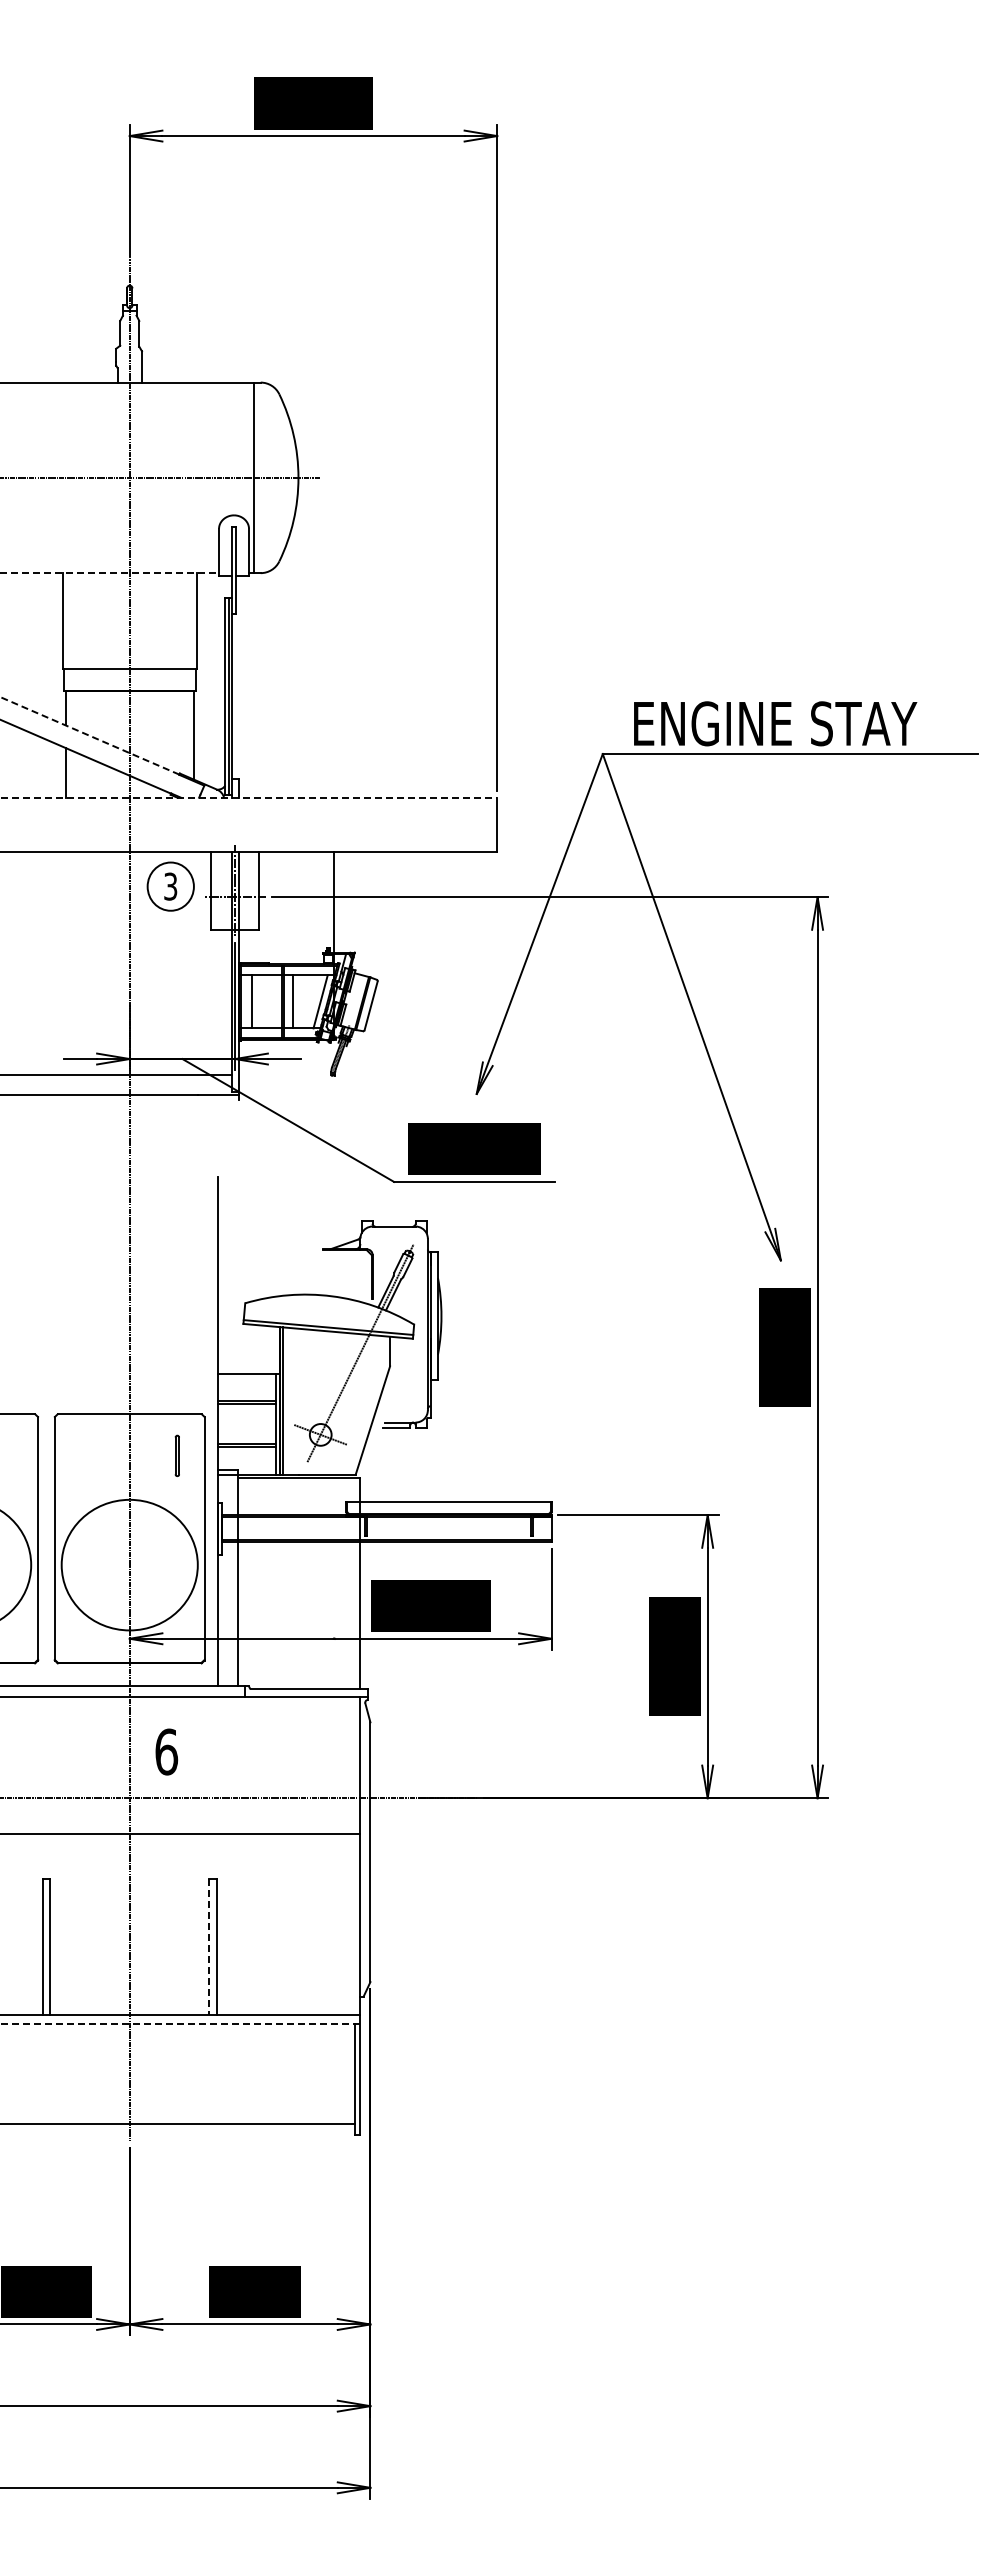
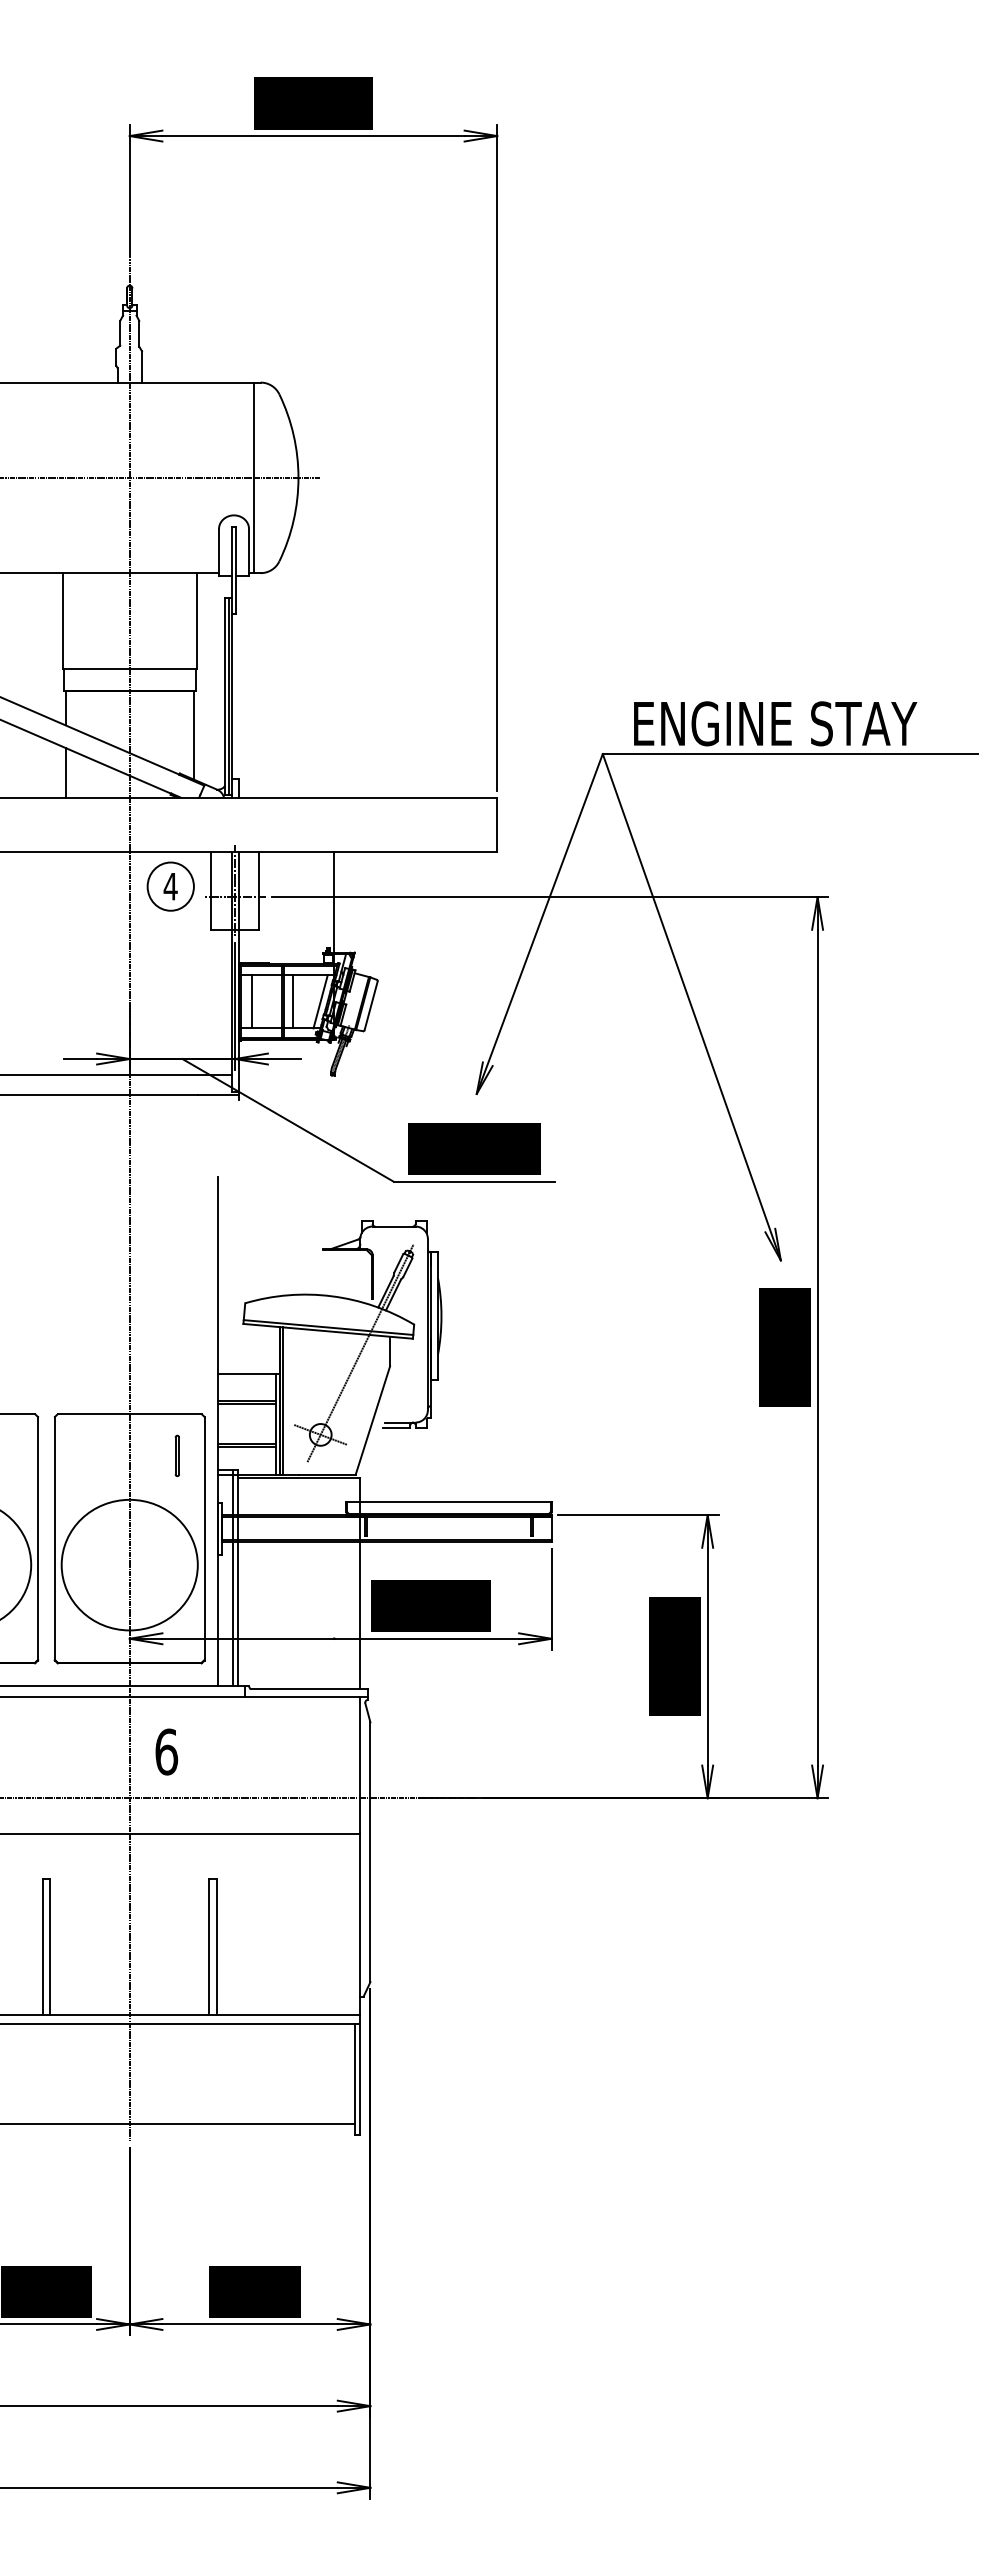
line at (110, 573): dashed -> solid
line at (89, 735): dashed -> solid
line at (249, 797): dashed -> solid
text at (170, 886): 3 -> 4
line at (233, 1577): none -> present
line at (209, 1947): dashed -> solid
line at (180, 2024): dashed -> solid
